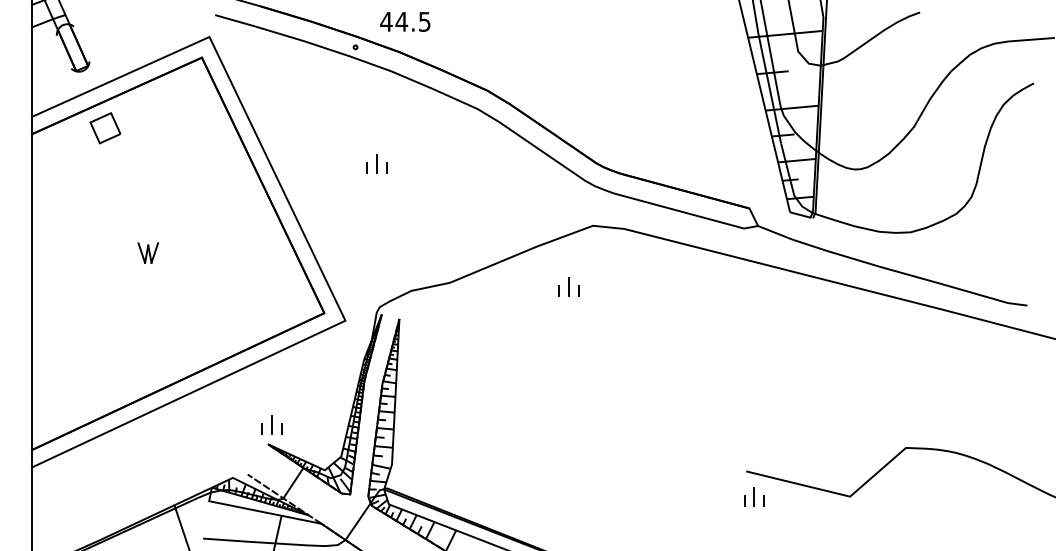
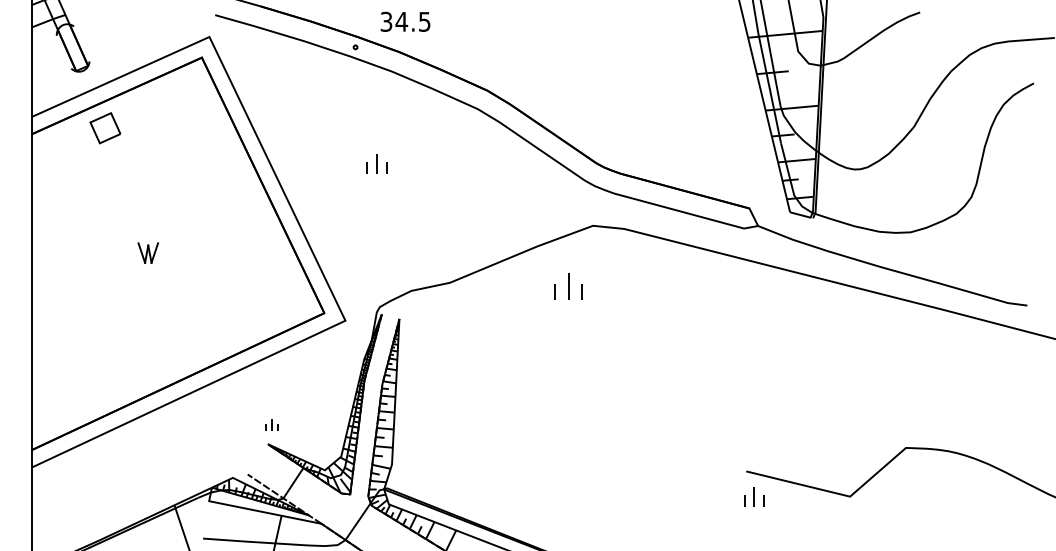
text at (386, 21): 44.5 -> 34.5
part at (568, 286) size: 22x20 px -> 29x27 px
part at (271, 424) size: 22x20 px -> 14x12 px
